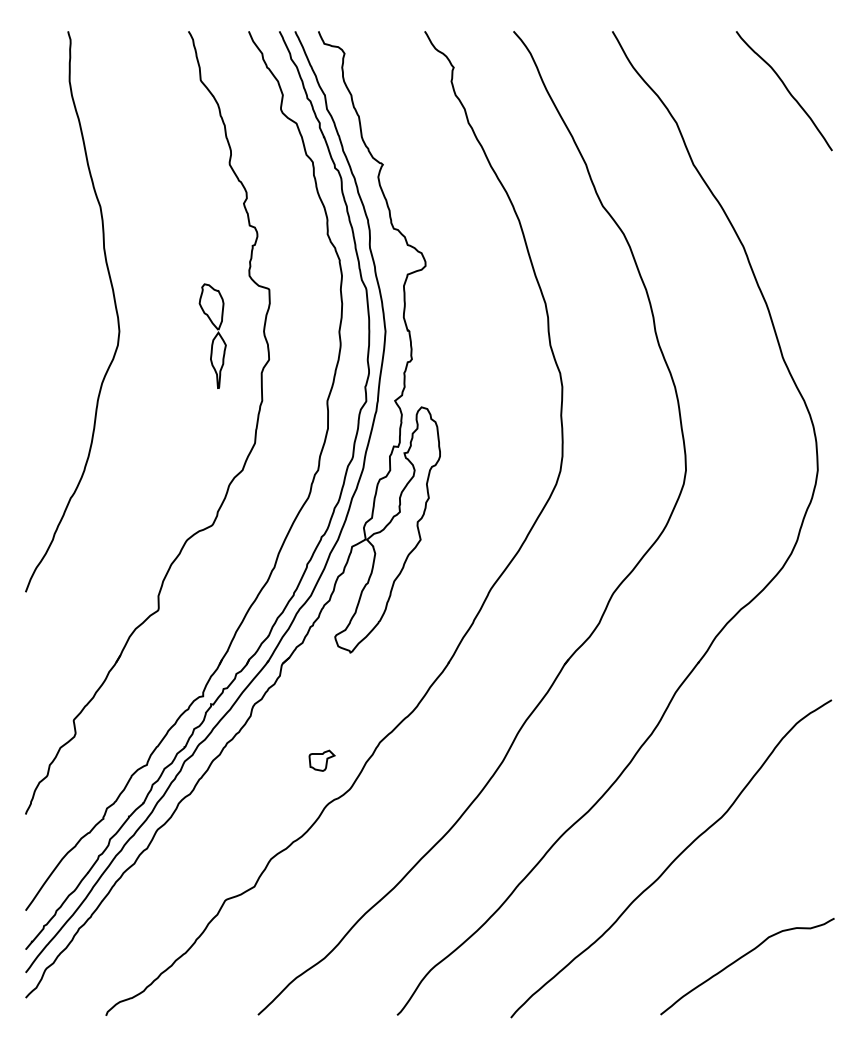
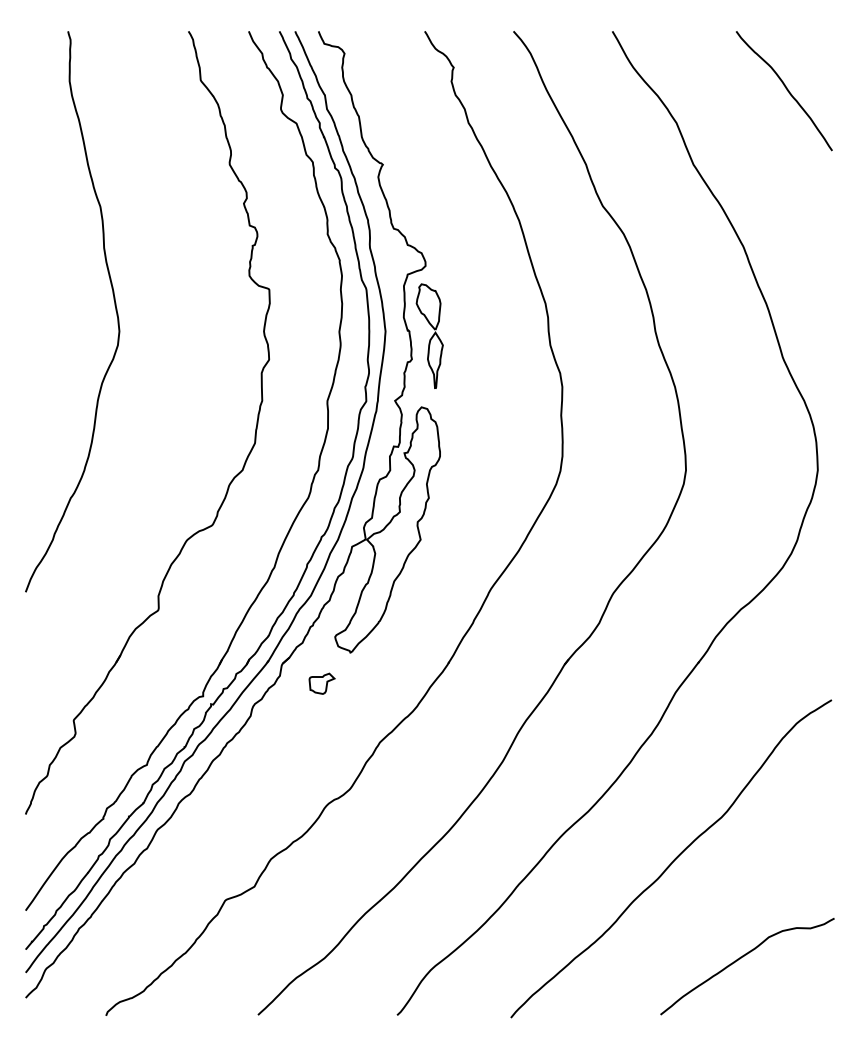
part at (212, 335) position: (212, 335) -> (429, 335)
part at (321, 760) position: (321, 760) -> (321, 683)
